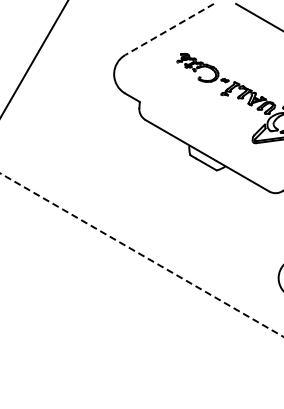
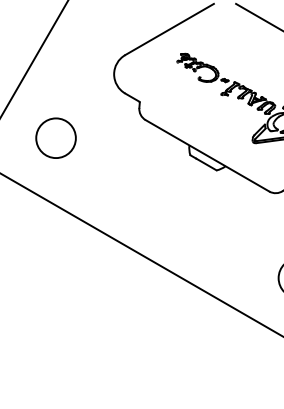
line at (169, 29): dashed -> solid
circle at (55, 137): none -> present
line at (142, 255): dashed -> solid
